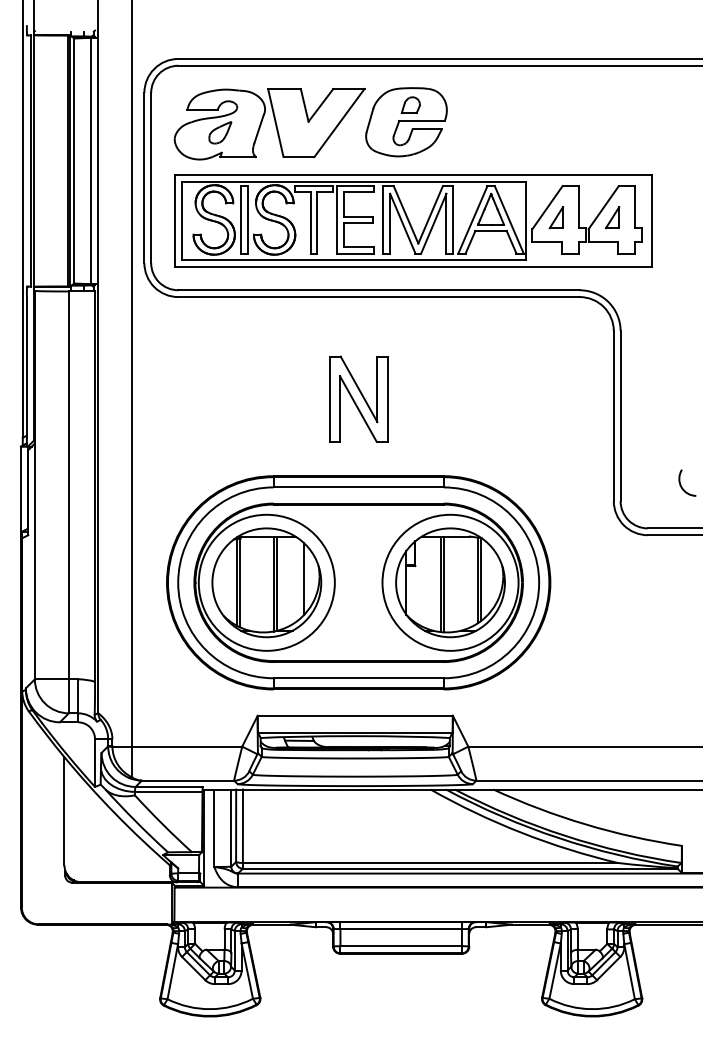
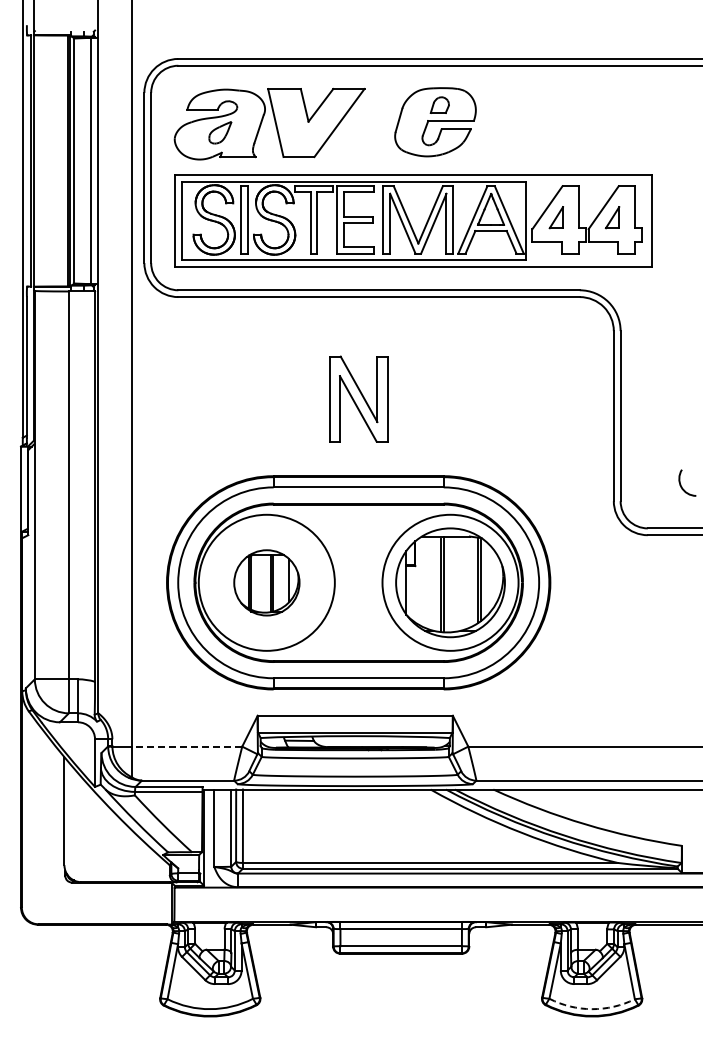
part at (406, 122) position: (406, 122) -> (435, 122)
part at (266, 582) size: 112x112 px -> 68x68 px
line at (187, 746): solid -> dashed
arc at (592, 1009): solid -> dashed
